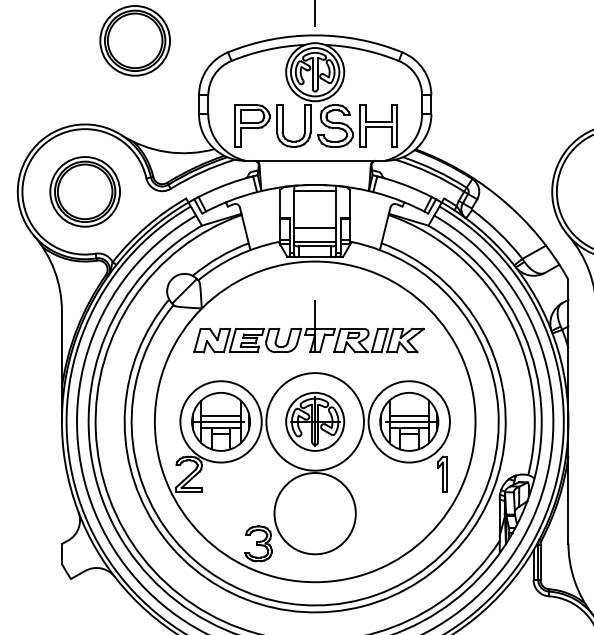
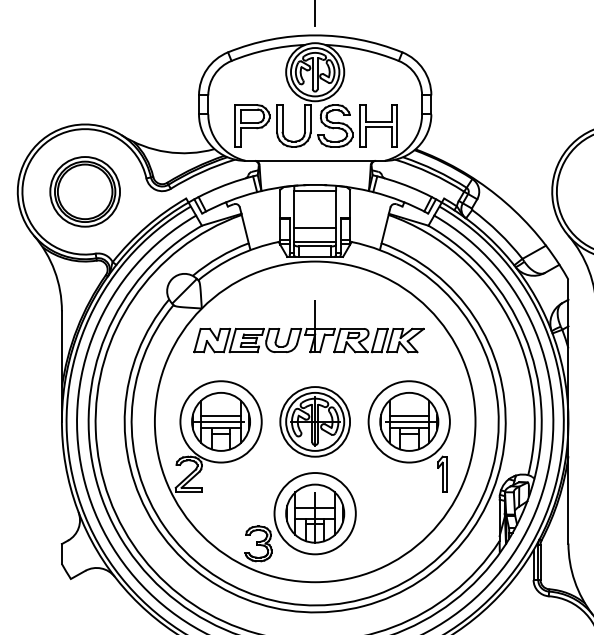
part at (134, 40): present -> none
circle at (314, 421) diameter: 98 px -> 70 px
part at (315, 513): none -> present
